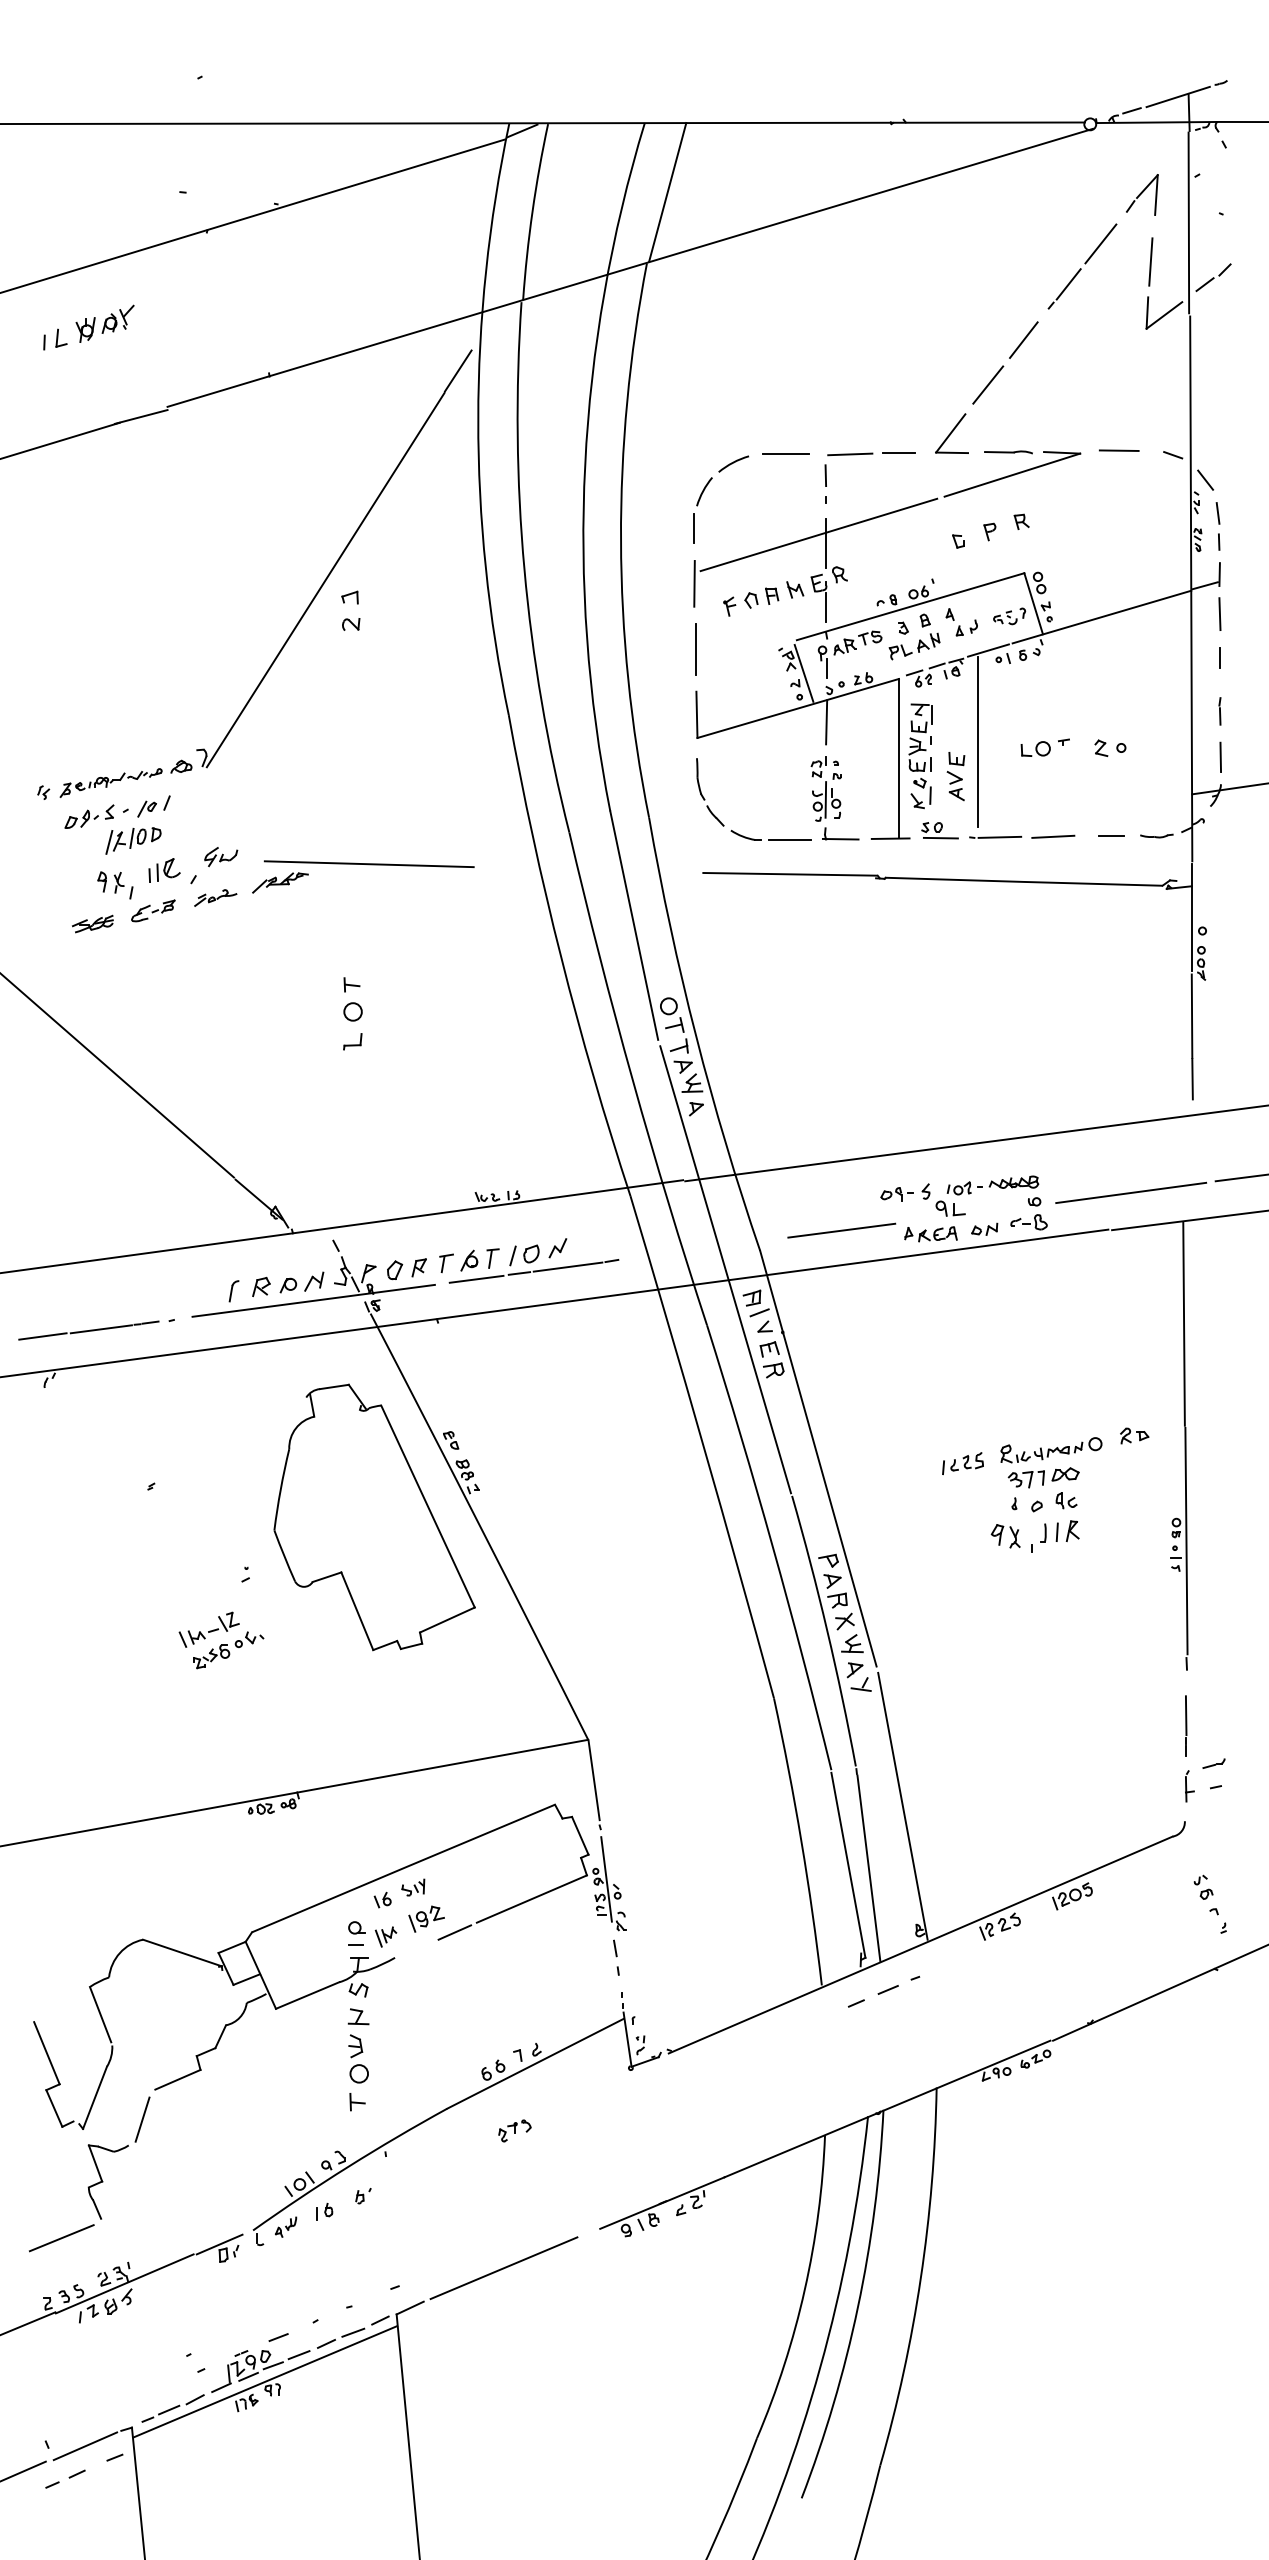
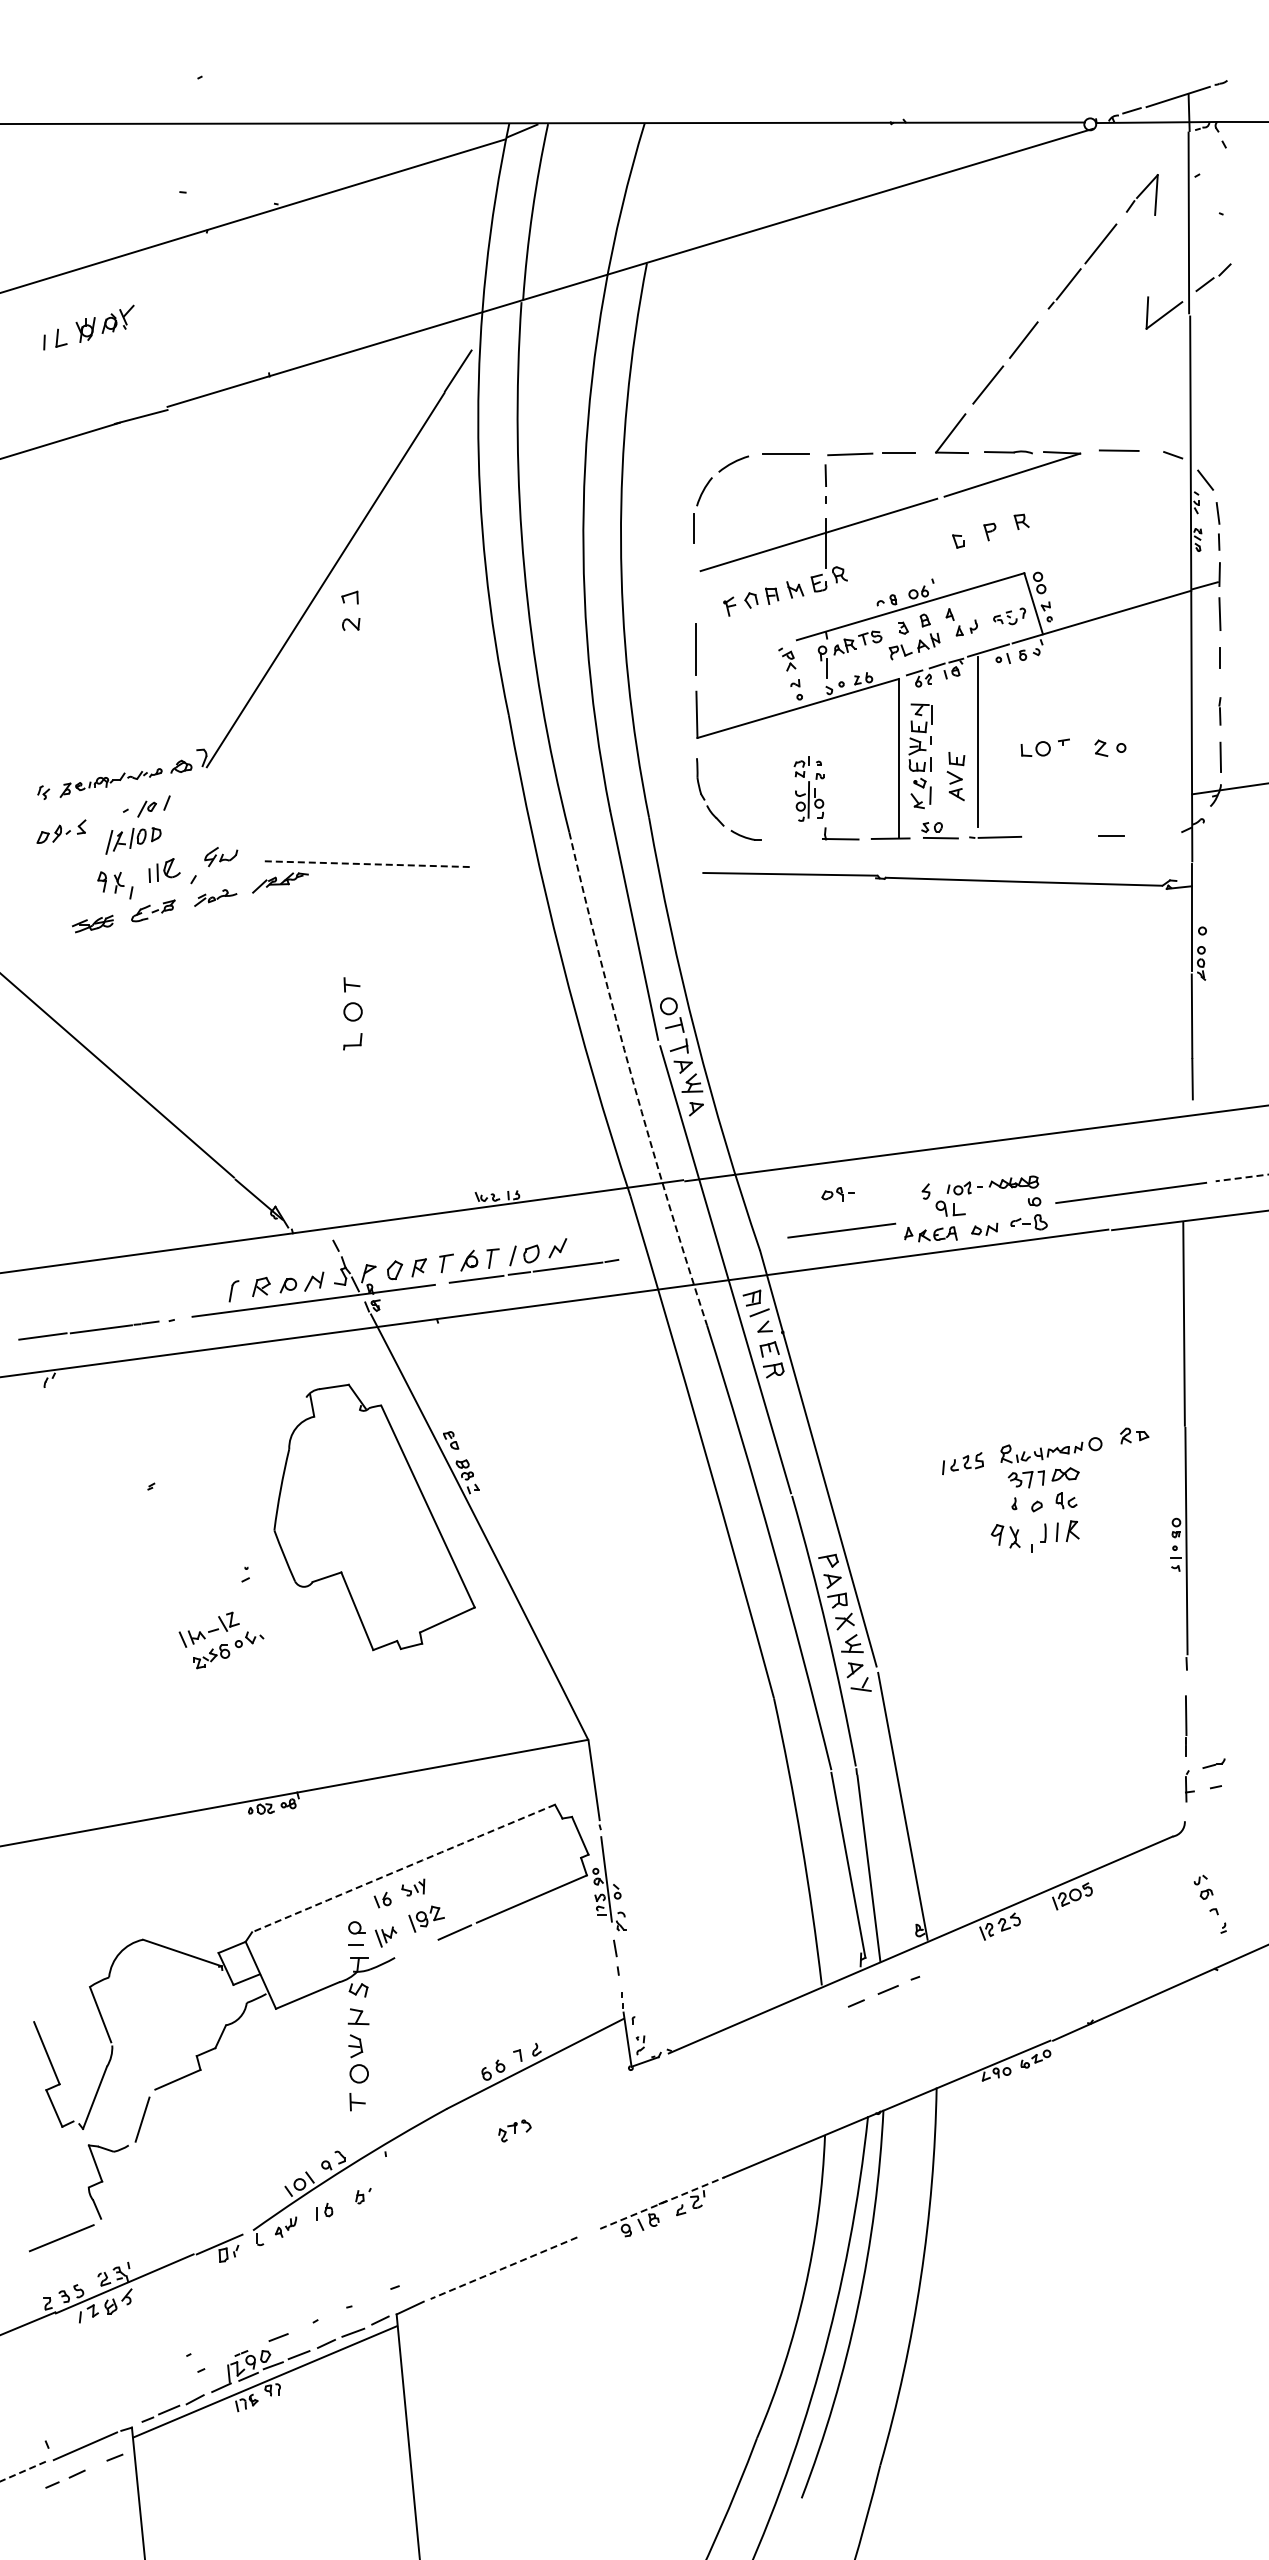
line at (667, 192): present -> none
line at (1150, 261): present -> none
line at (694, 583): present -> none
line at (826, 607): present -> none
line at (803, 672): present -> none
line at (826, 722): present -> none
part at (825, 788) position: (825, 788) -> (808, 788)
part at (89, 816) position: (89, 816) -> (61, 831)
part at (1156, 835): present -> none
line at (1053, 836): present -> none
line at (789, 840): present -> none
line at (369, 864): solid -> dashed
arc at (632, 1080): solid -> dashed
line at (1242, 1177): solid -> dashed
part at (896, 1194) position: (896, 1194) -> (837, 1194)
arc at (403, 1868): solid -> dashed
line at (662, 2202): solid -> dashed
line at (504, 2268): solid -> dashed
line at (23, 2471): solid -> dashed
